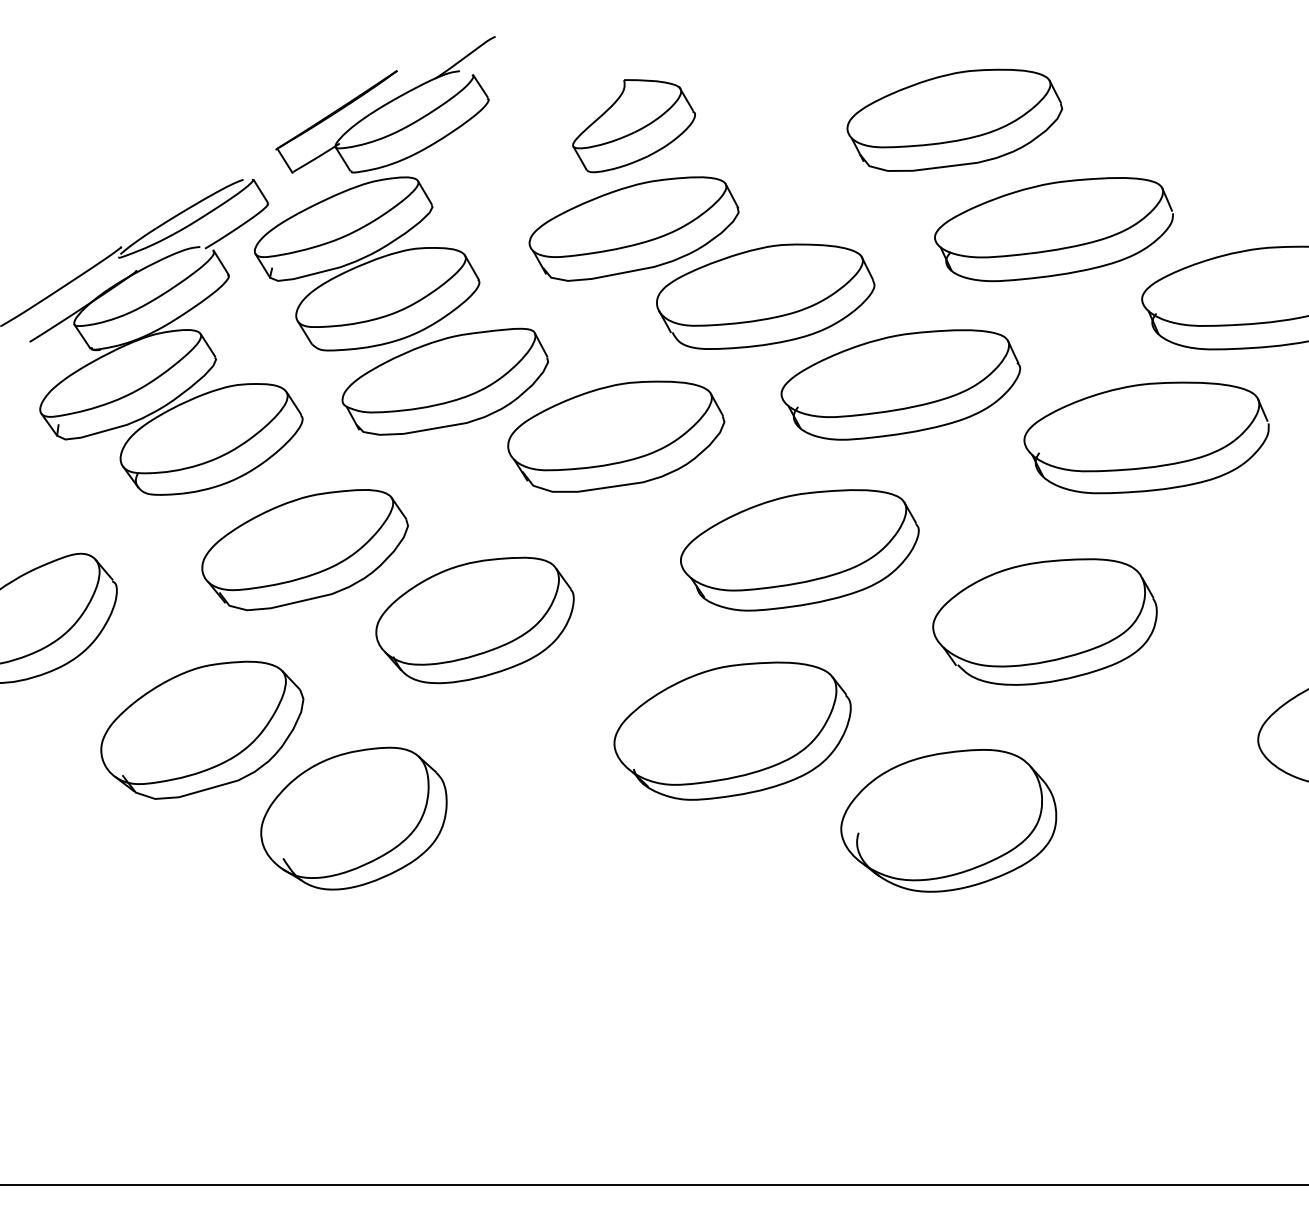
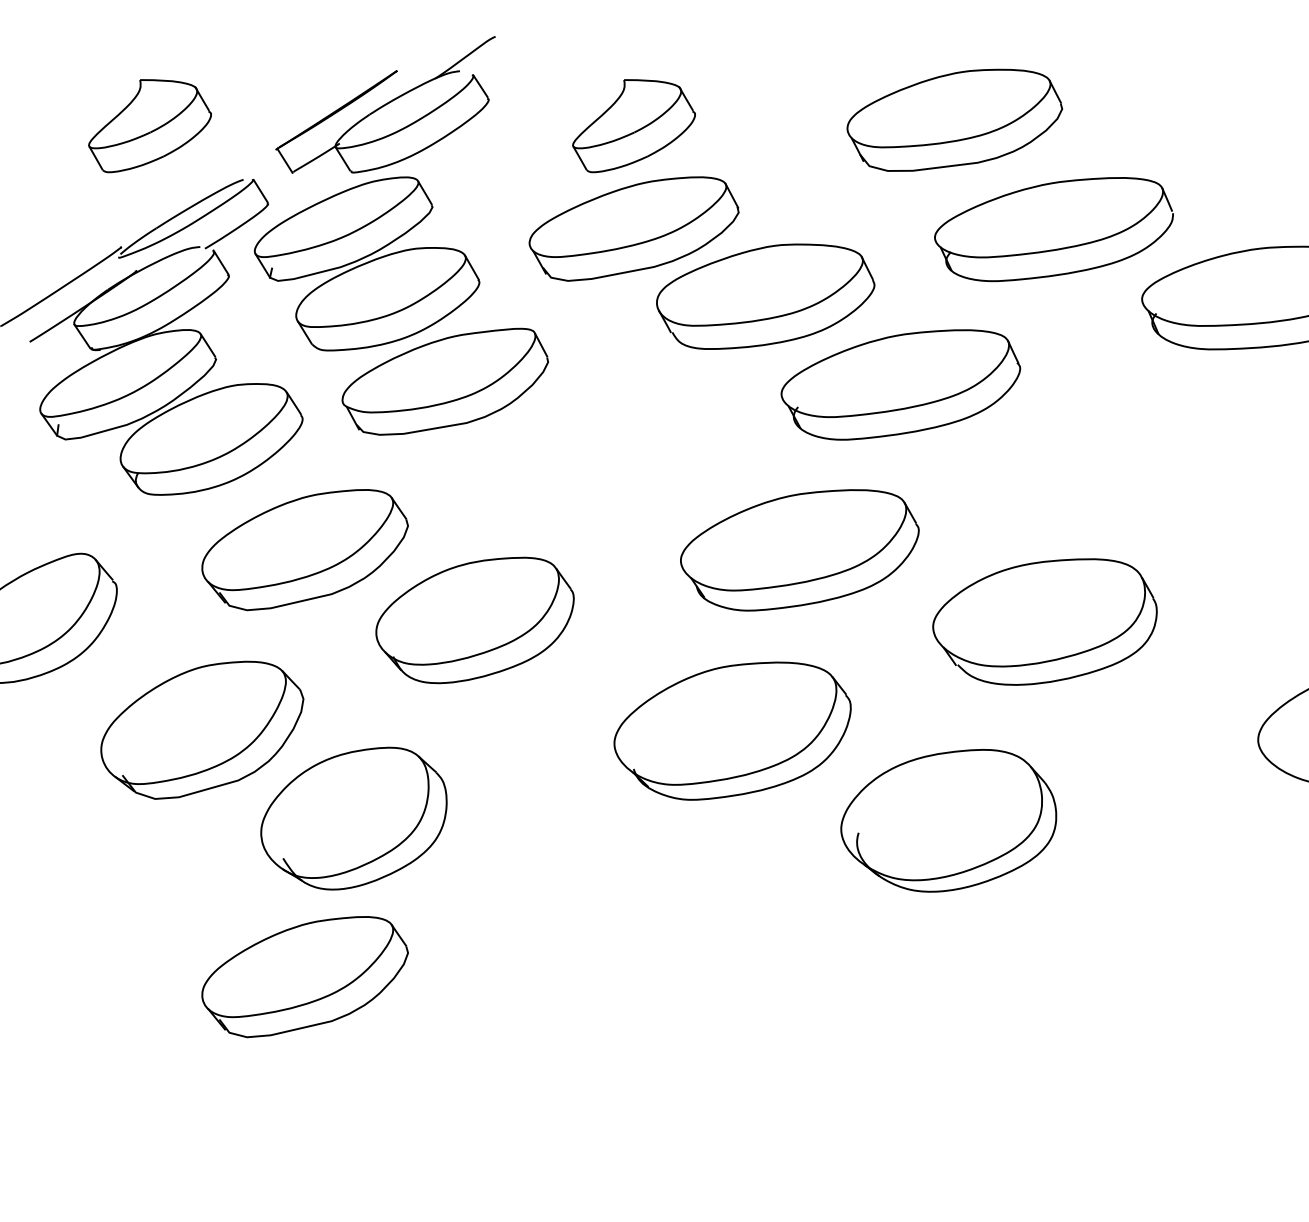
part at (149, 126): none -> present
part at (616, 436): present -> none
part at (1146, 437): present -> none
part at (304, 977): none -> present
line at (653, 1185): present -> none
